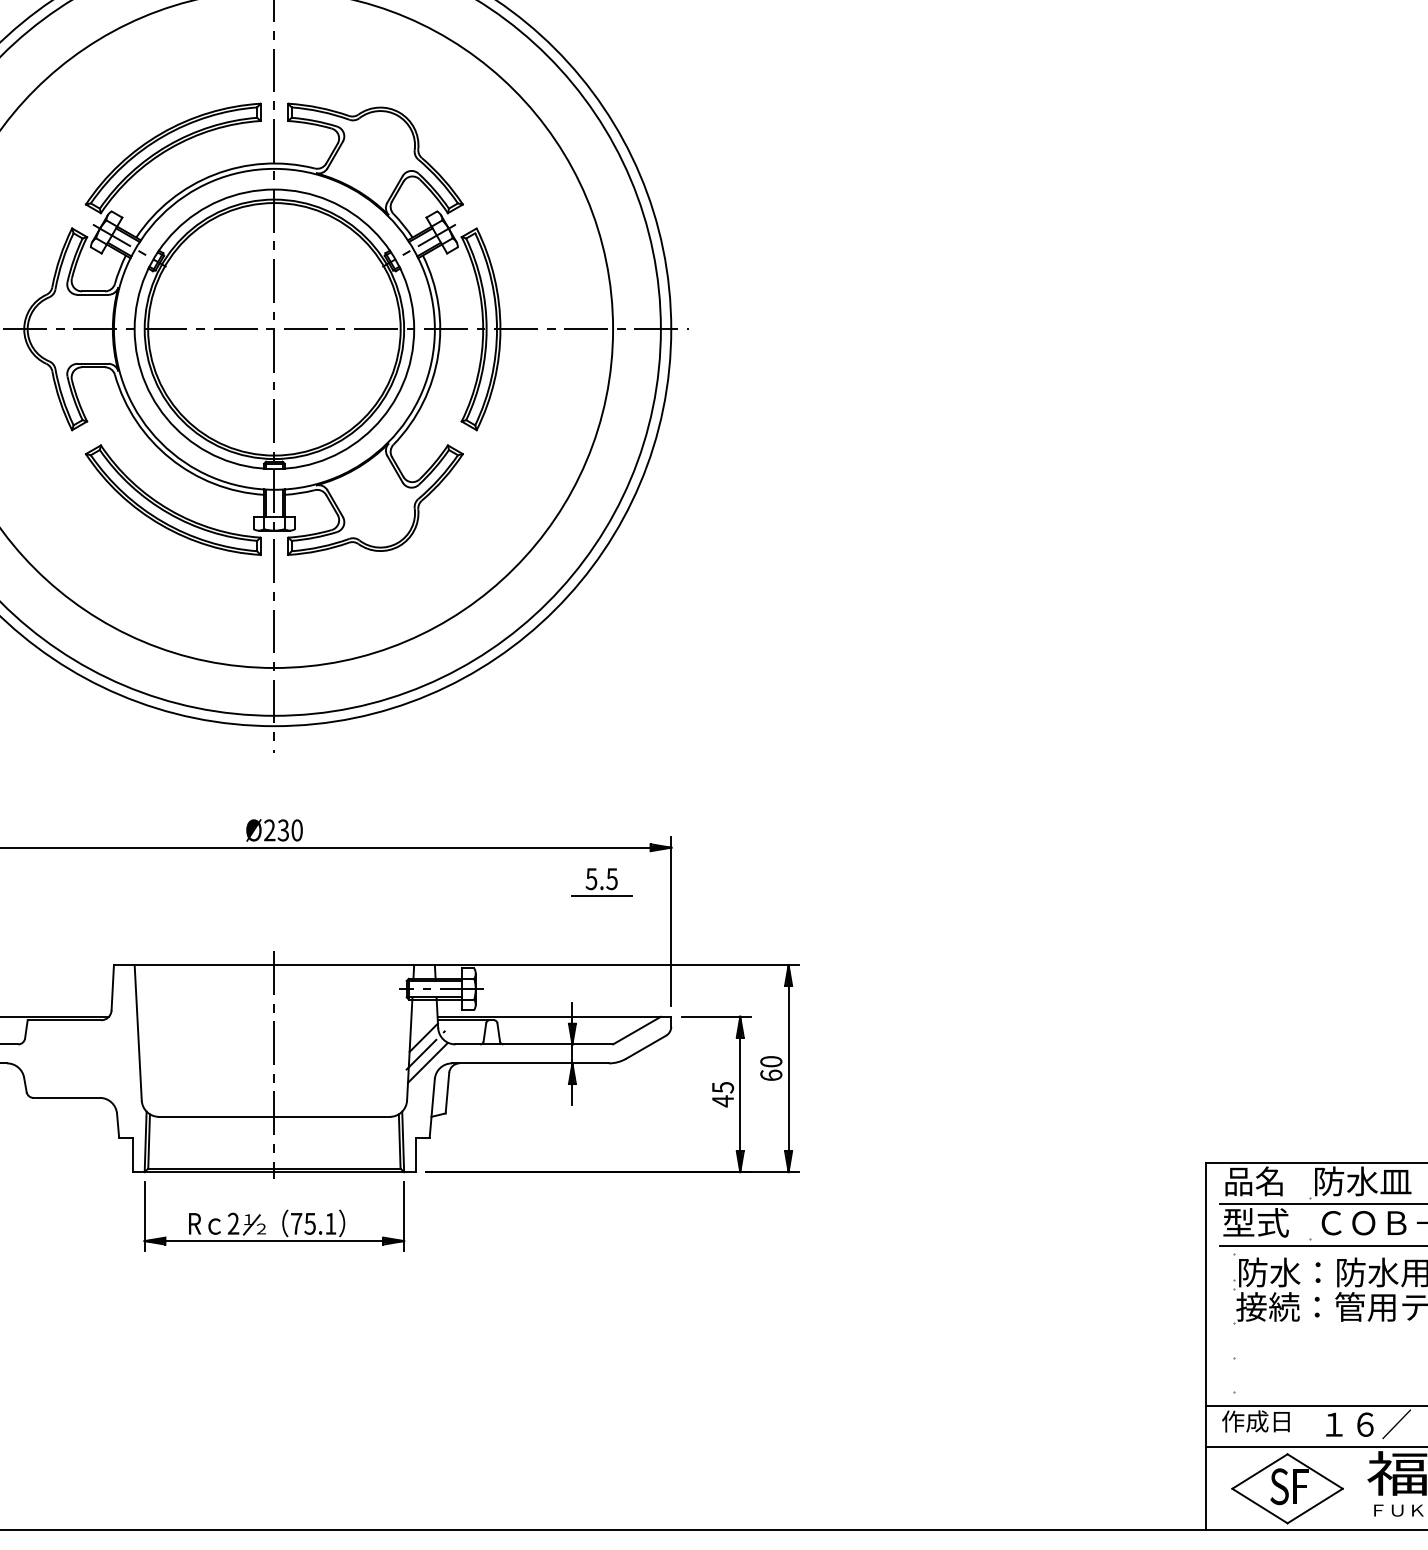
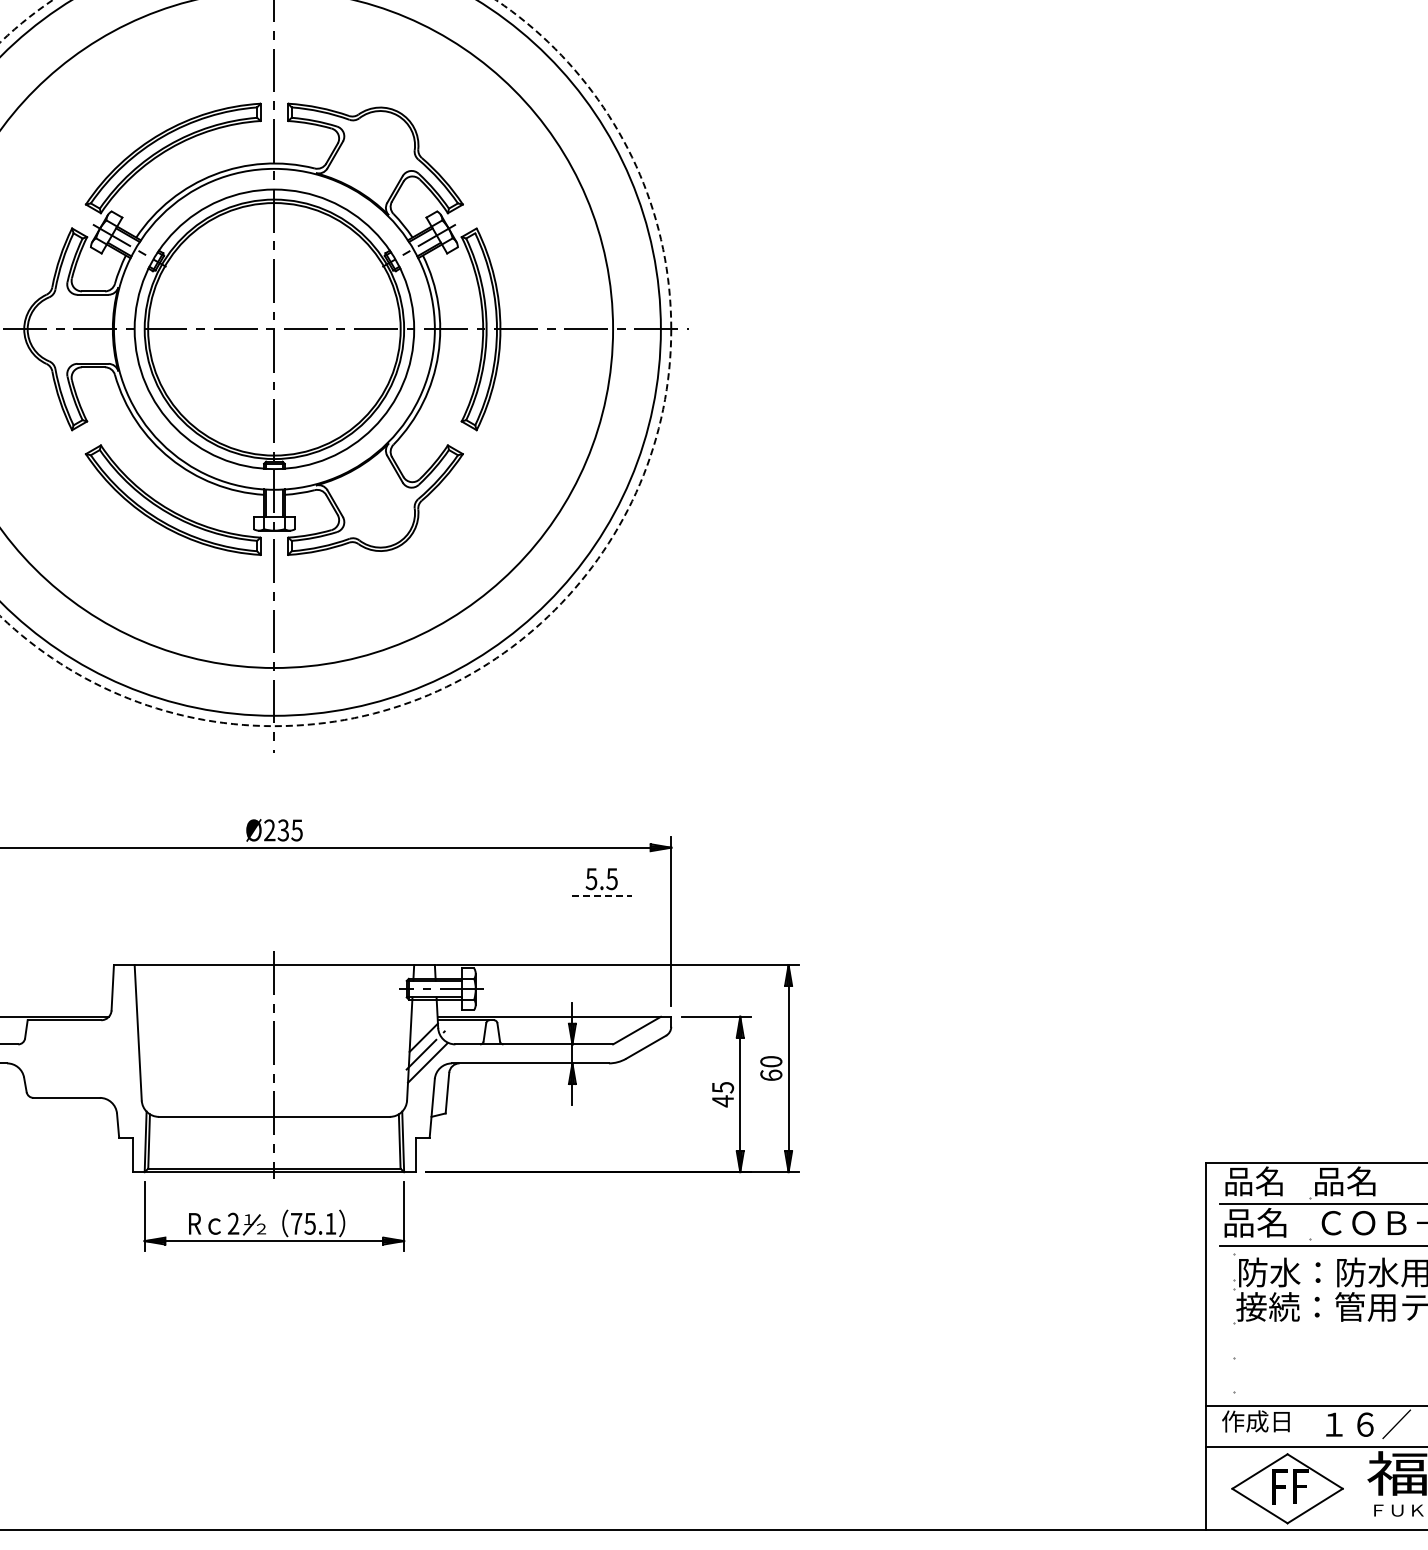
circle at (335, 363): solid -> dashed
text at (296, 830): Ø230 -> Ø235
line at (602, 896): solid -> dashed
text at (1363, 1181): 防水皿 -> 品名
text at (1255, 1222): 型式 -> 品名
text at (1279, 1486): S -> F
